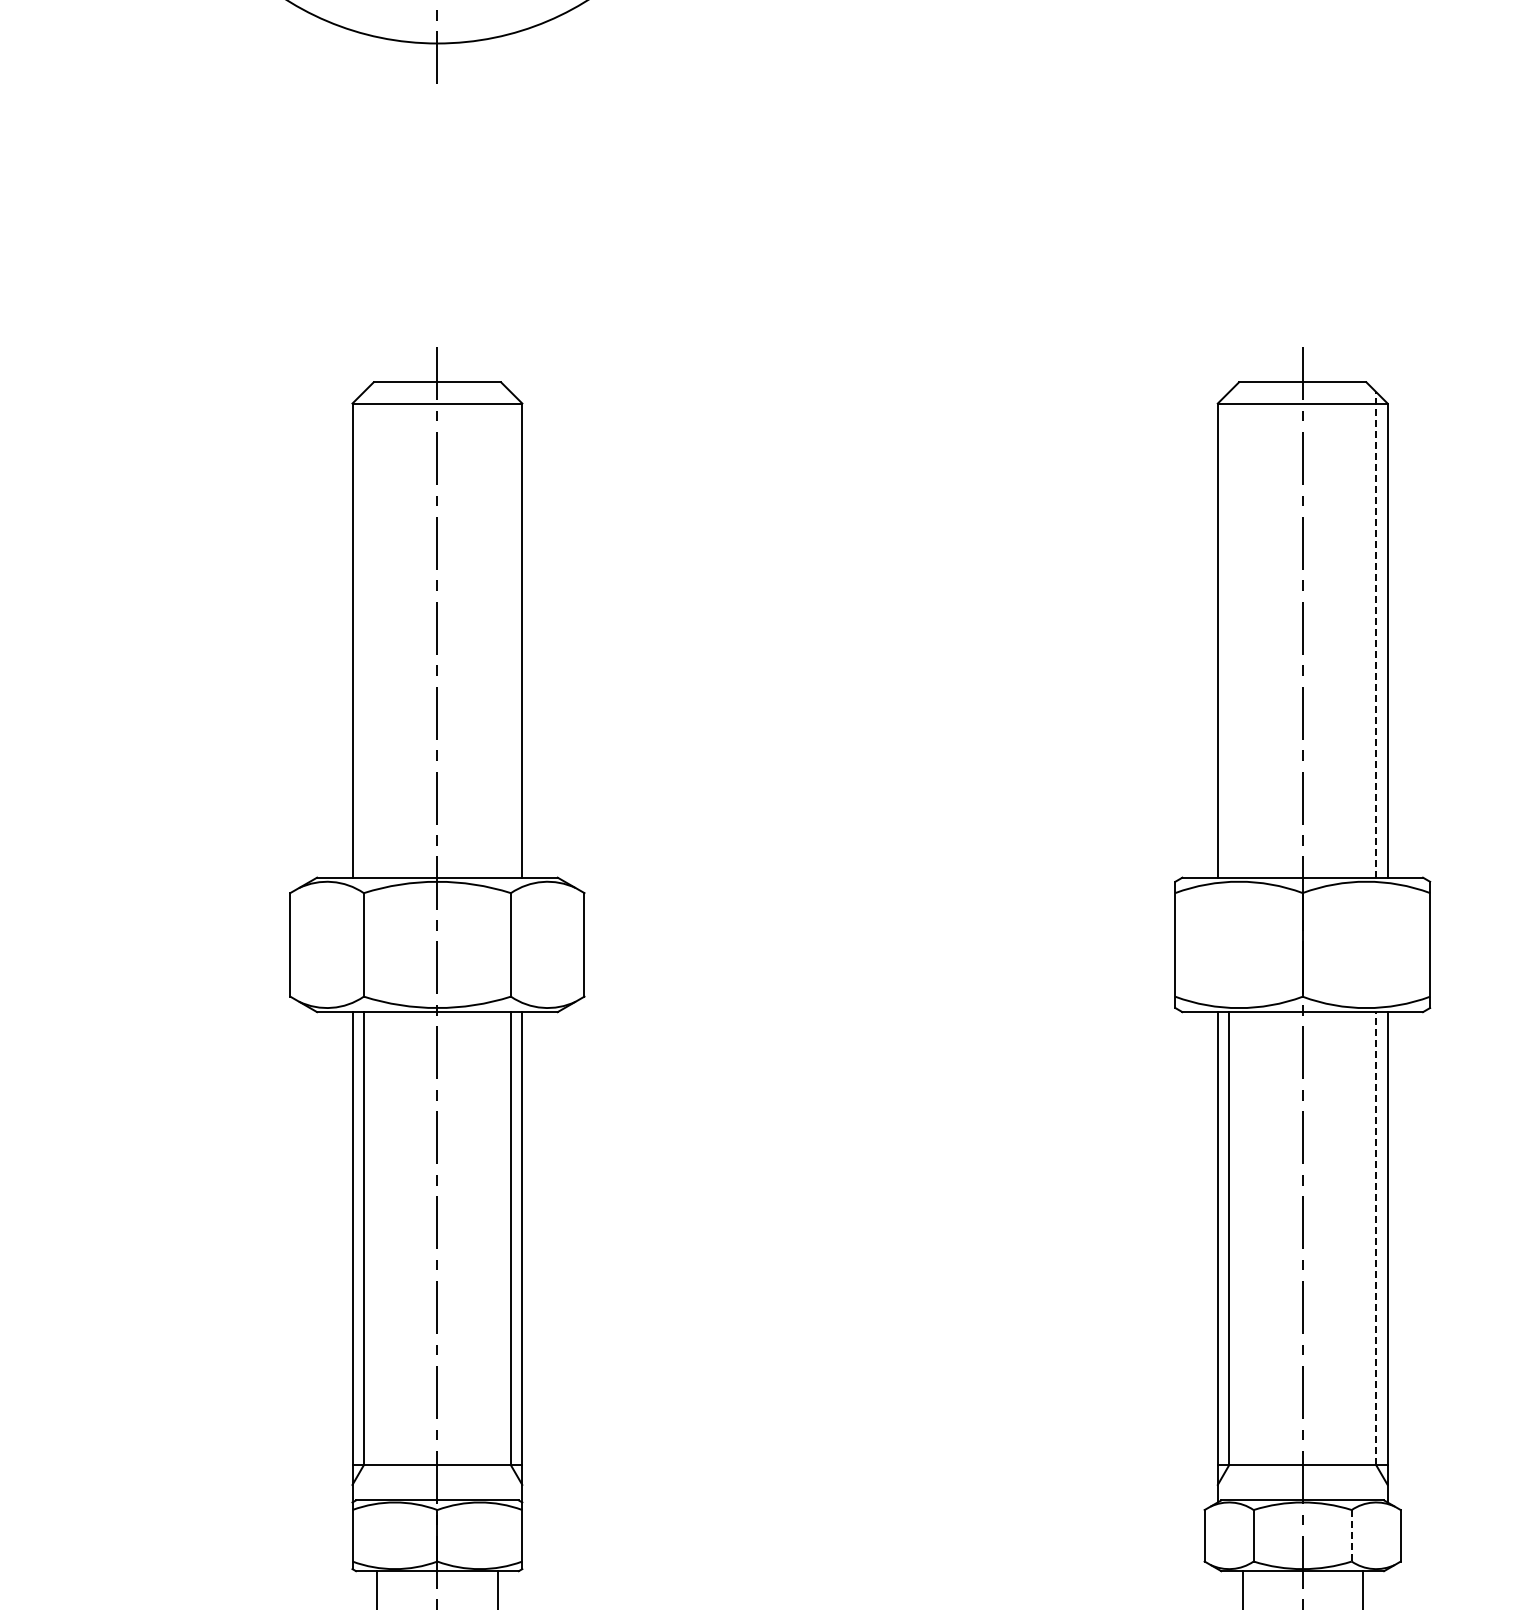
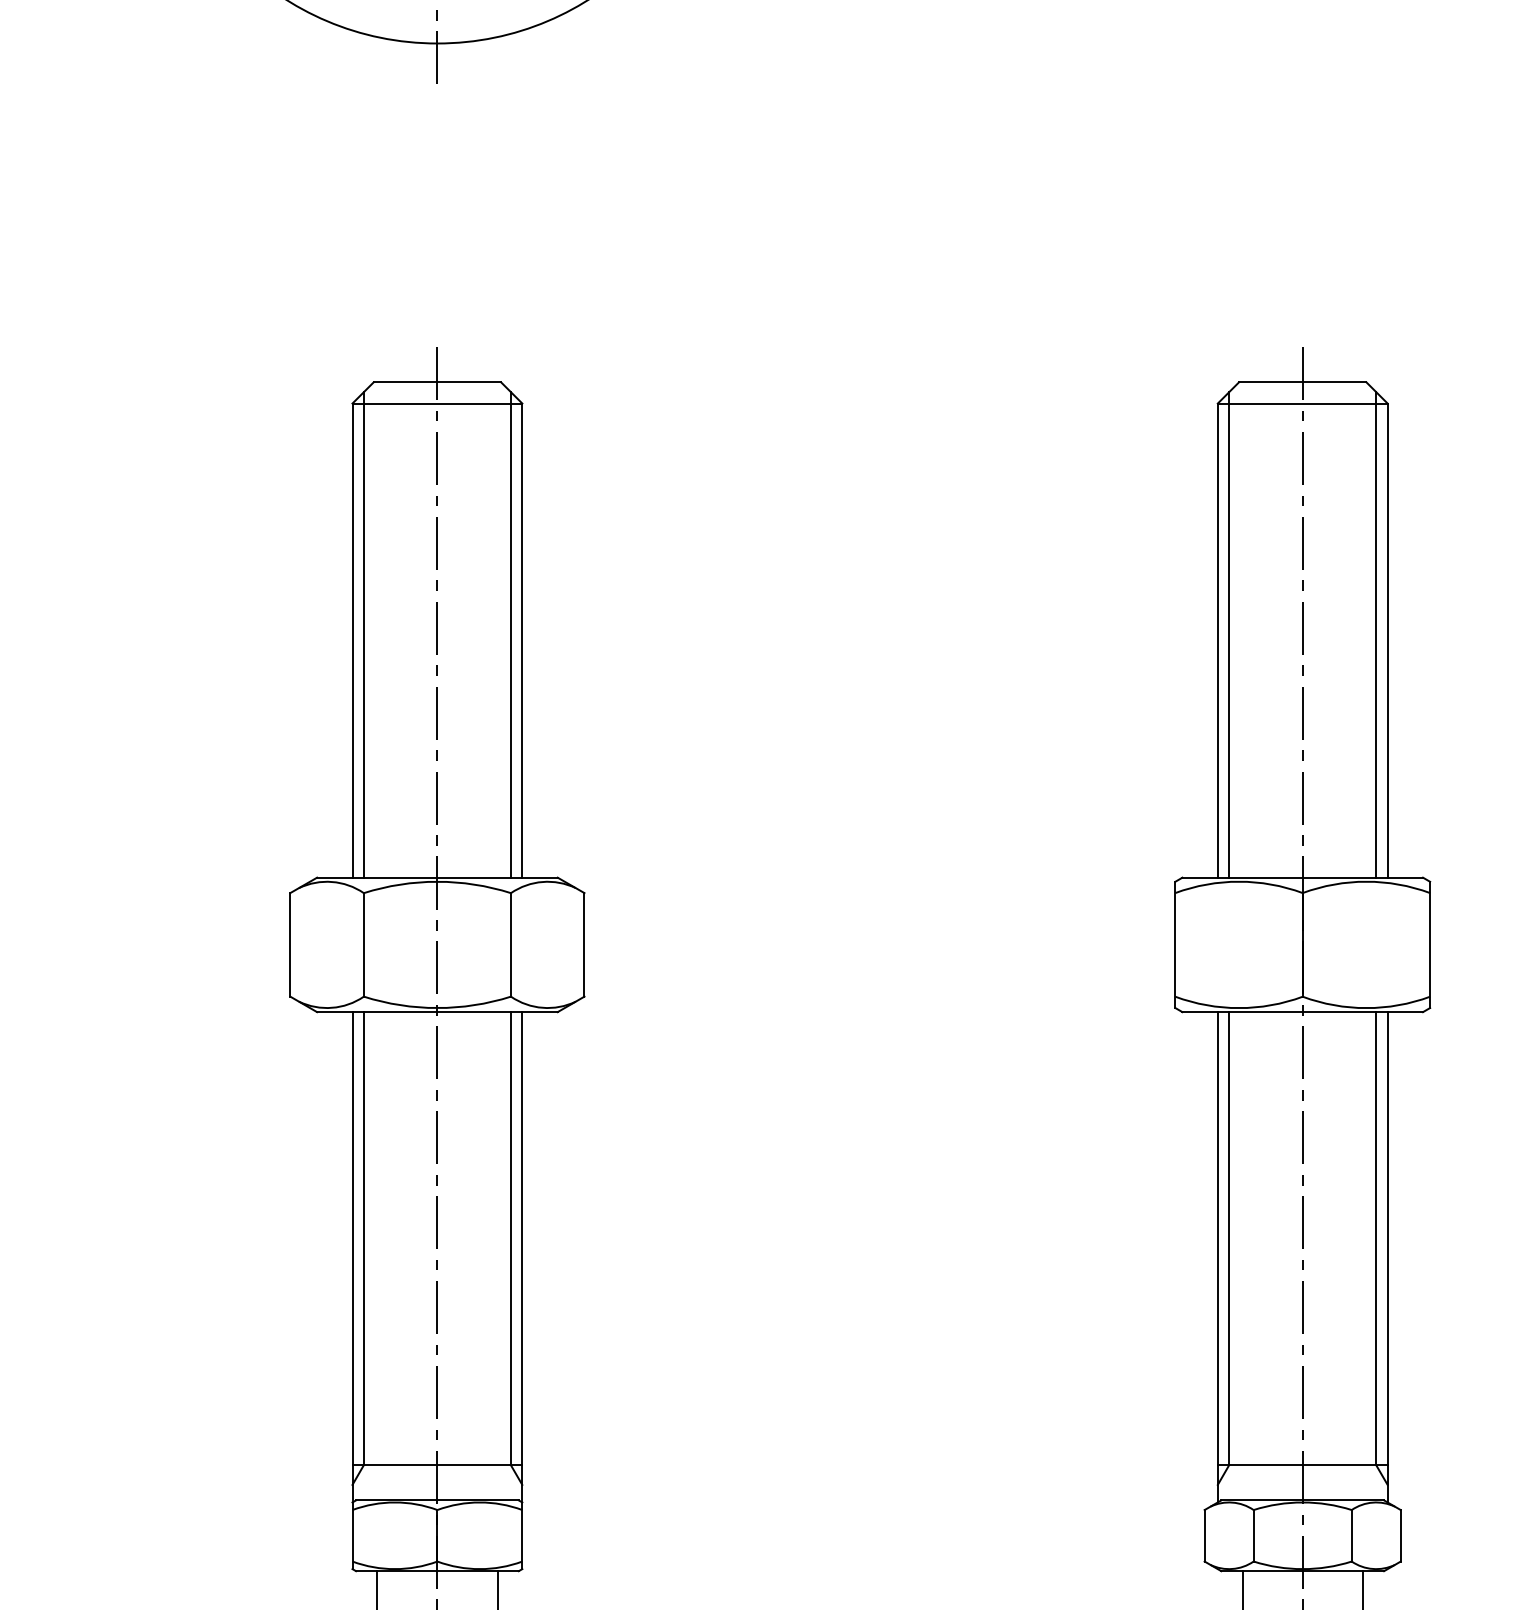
line at (363, 634): none -> present
line at (510, 634): none -> present
line at (1229, 634): none -> present
line at (1376, 634): dashed -> solid
line at (1376, 1238): dashed -> solid
line at (1351, 1535): dashed -> solid
